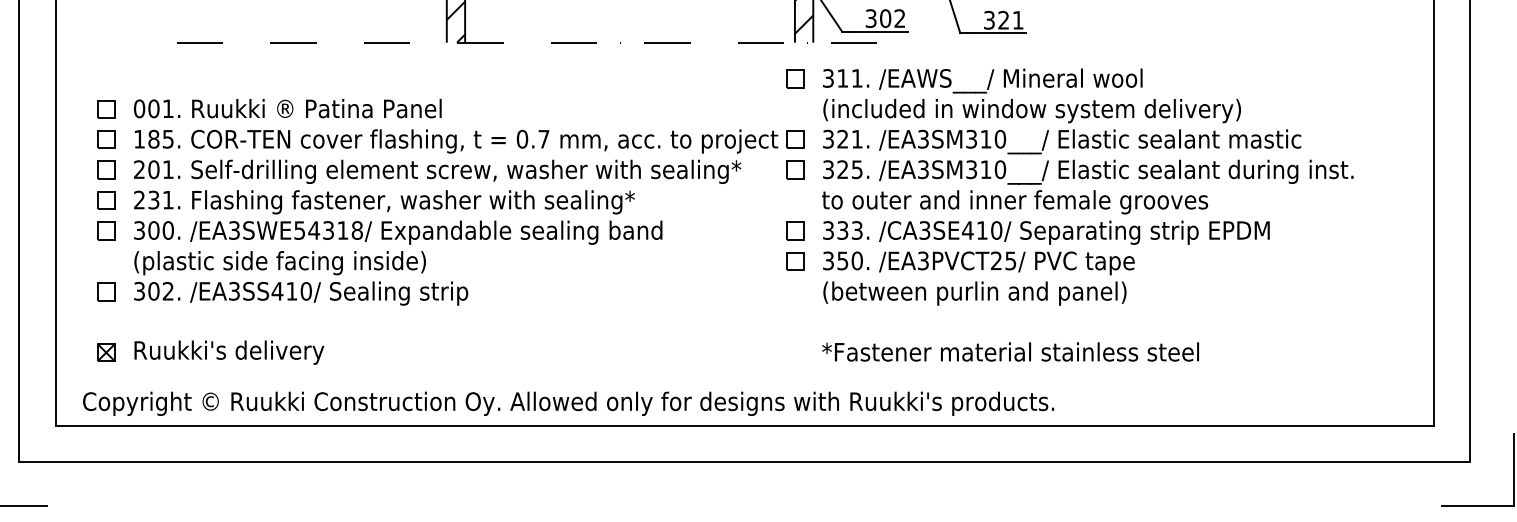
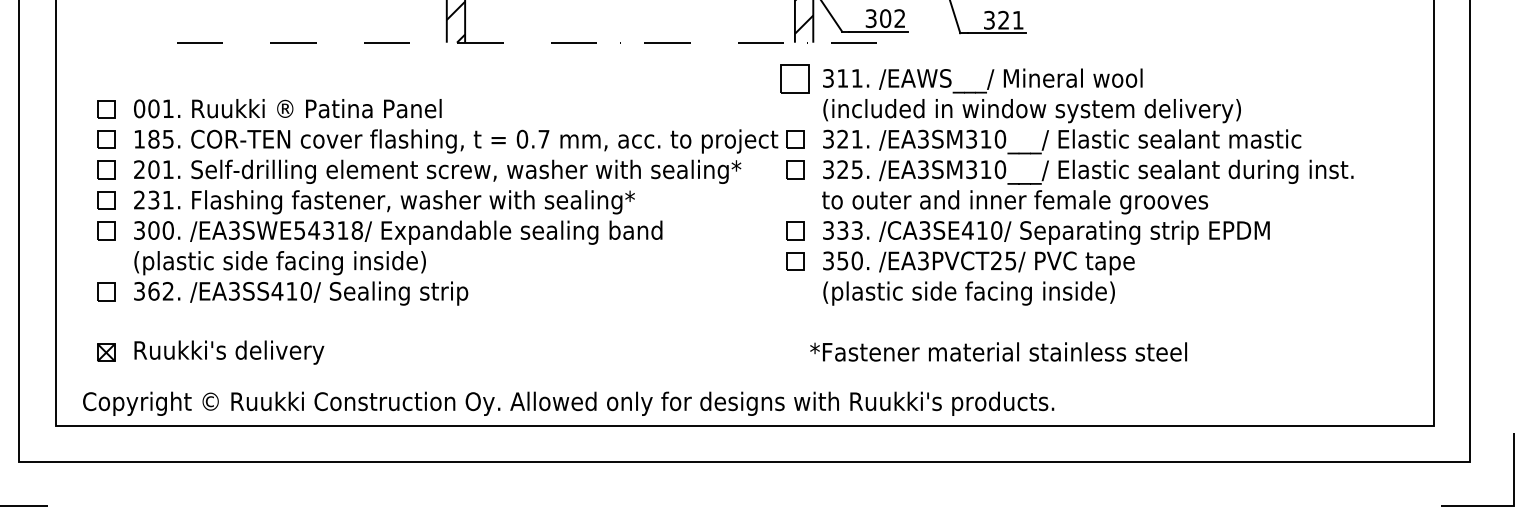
part at (795, 78) size: 19x20 px -> 30x30 px
text at (153, 290): 302. -> 362.
text at (979, 293): (between purlin and panel) -> (plastic side facing inside)
text at (1010, 351) position: (1010, 351) -> (998, 351)
